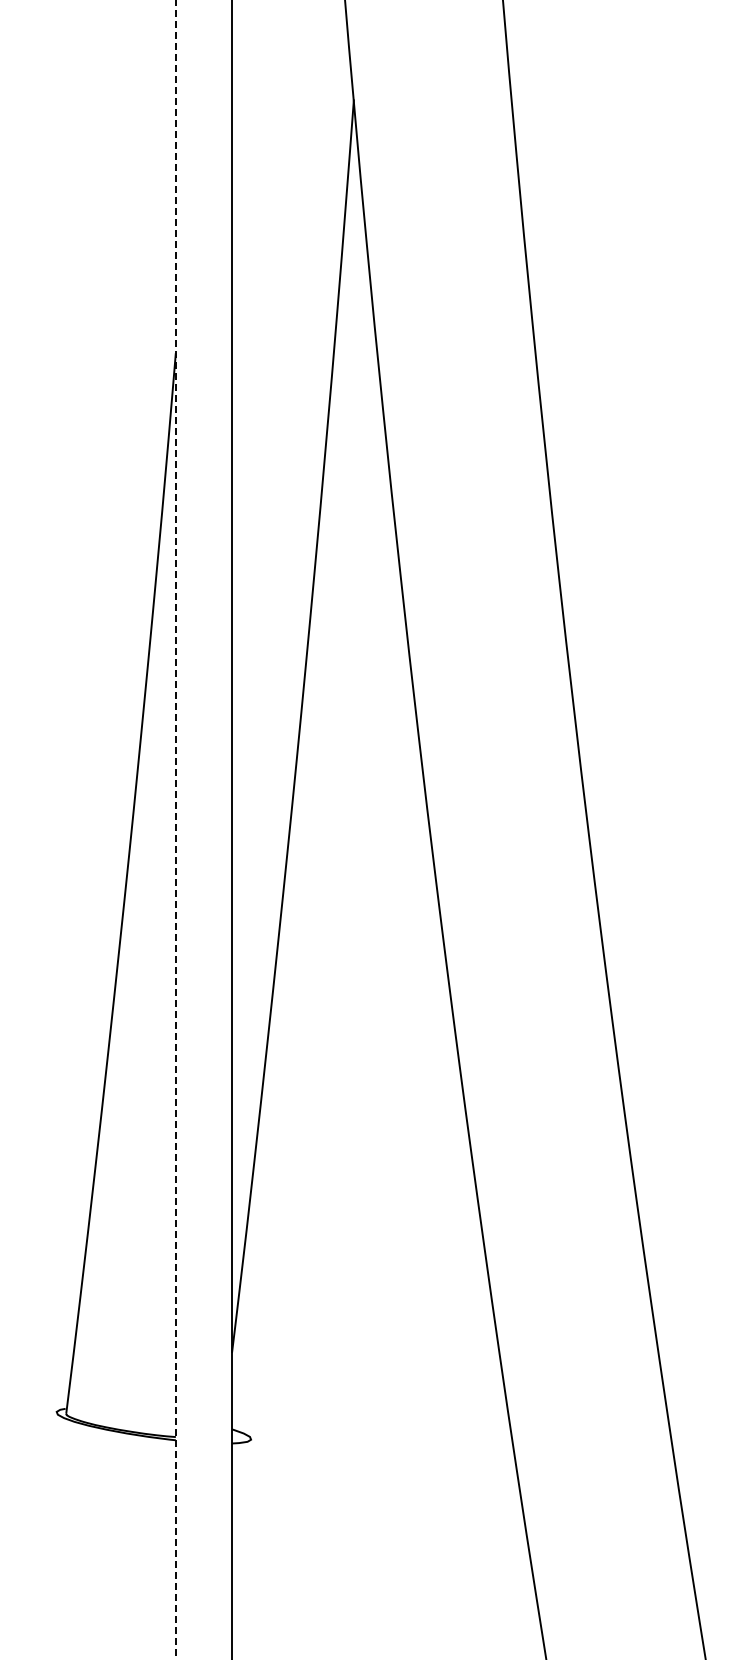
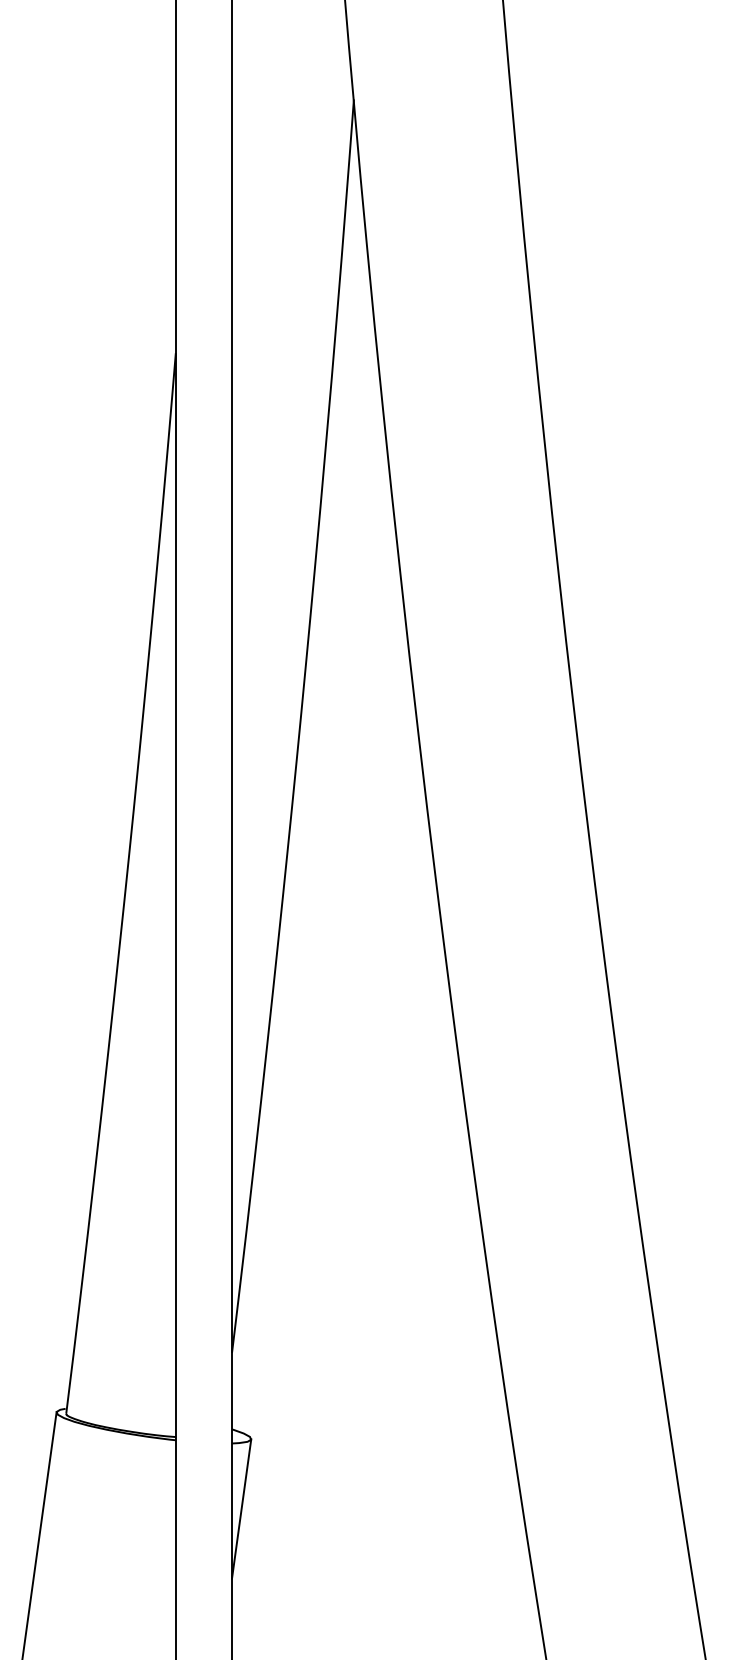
line at (175, 830): dashed -> solid
line at (241, 1508): none -> present
line at (39, 1534): none -> present
